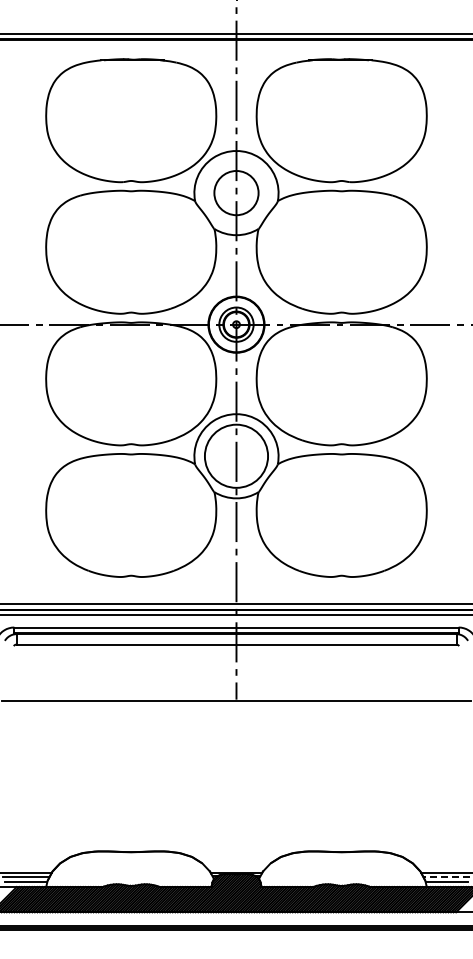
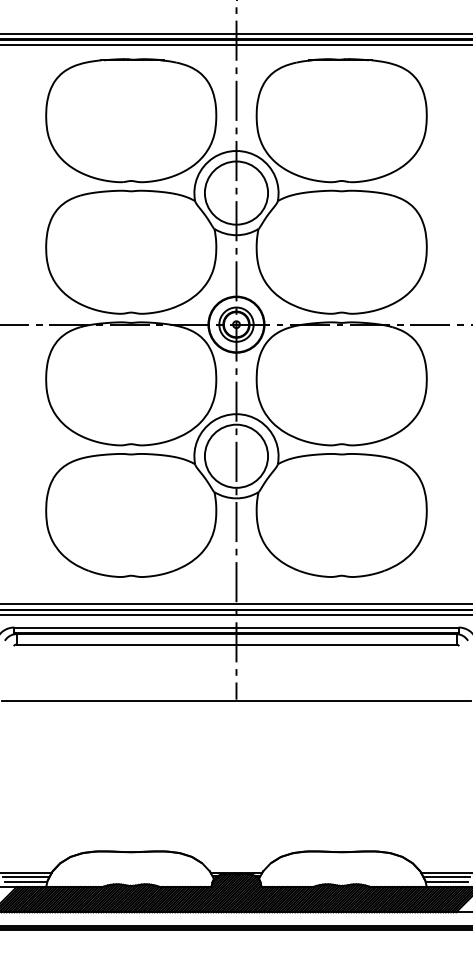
line at (235, 45): none -> present
circle at (236, 193) diameter: 44 px -> 63 px
line at (446, 877): dashed -> solid
